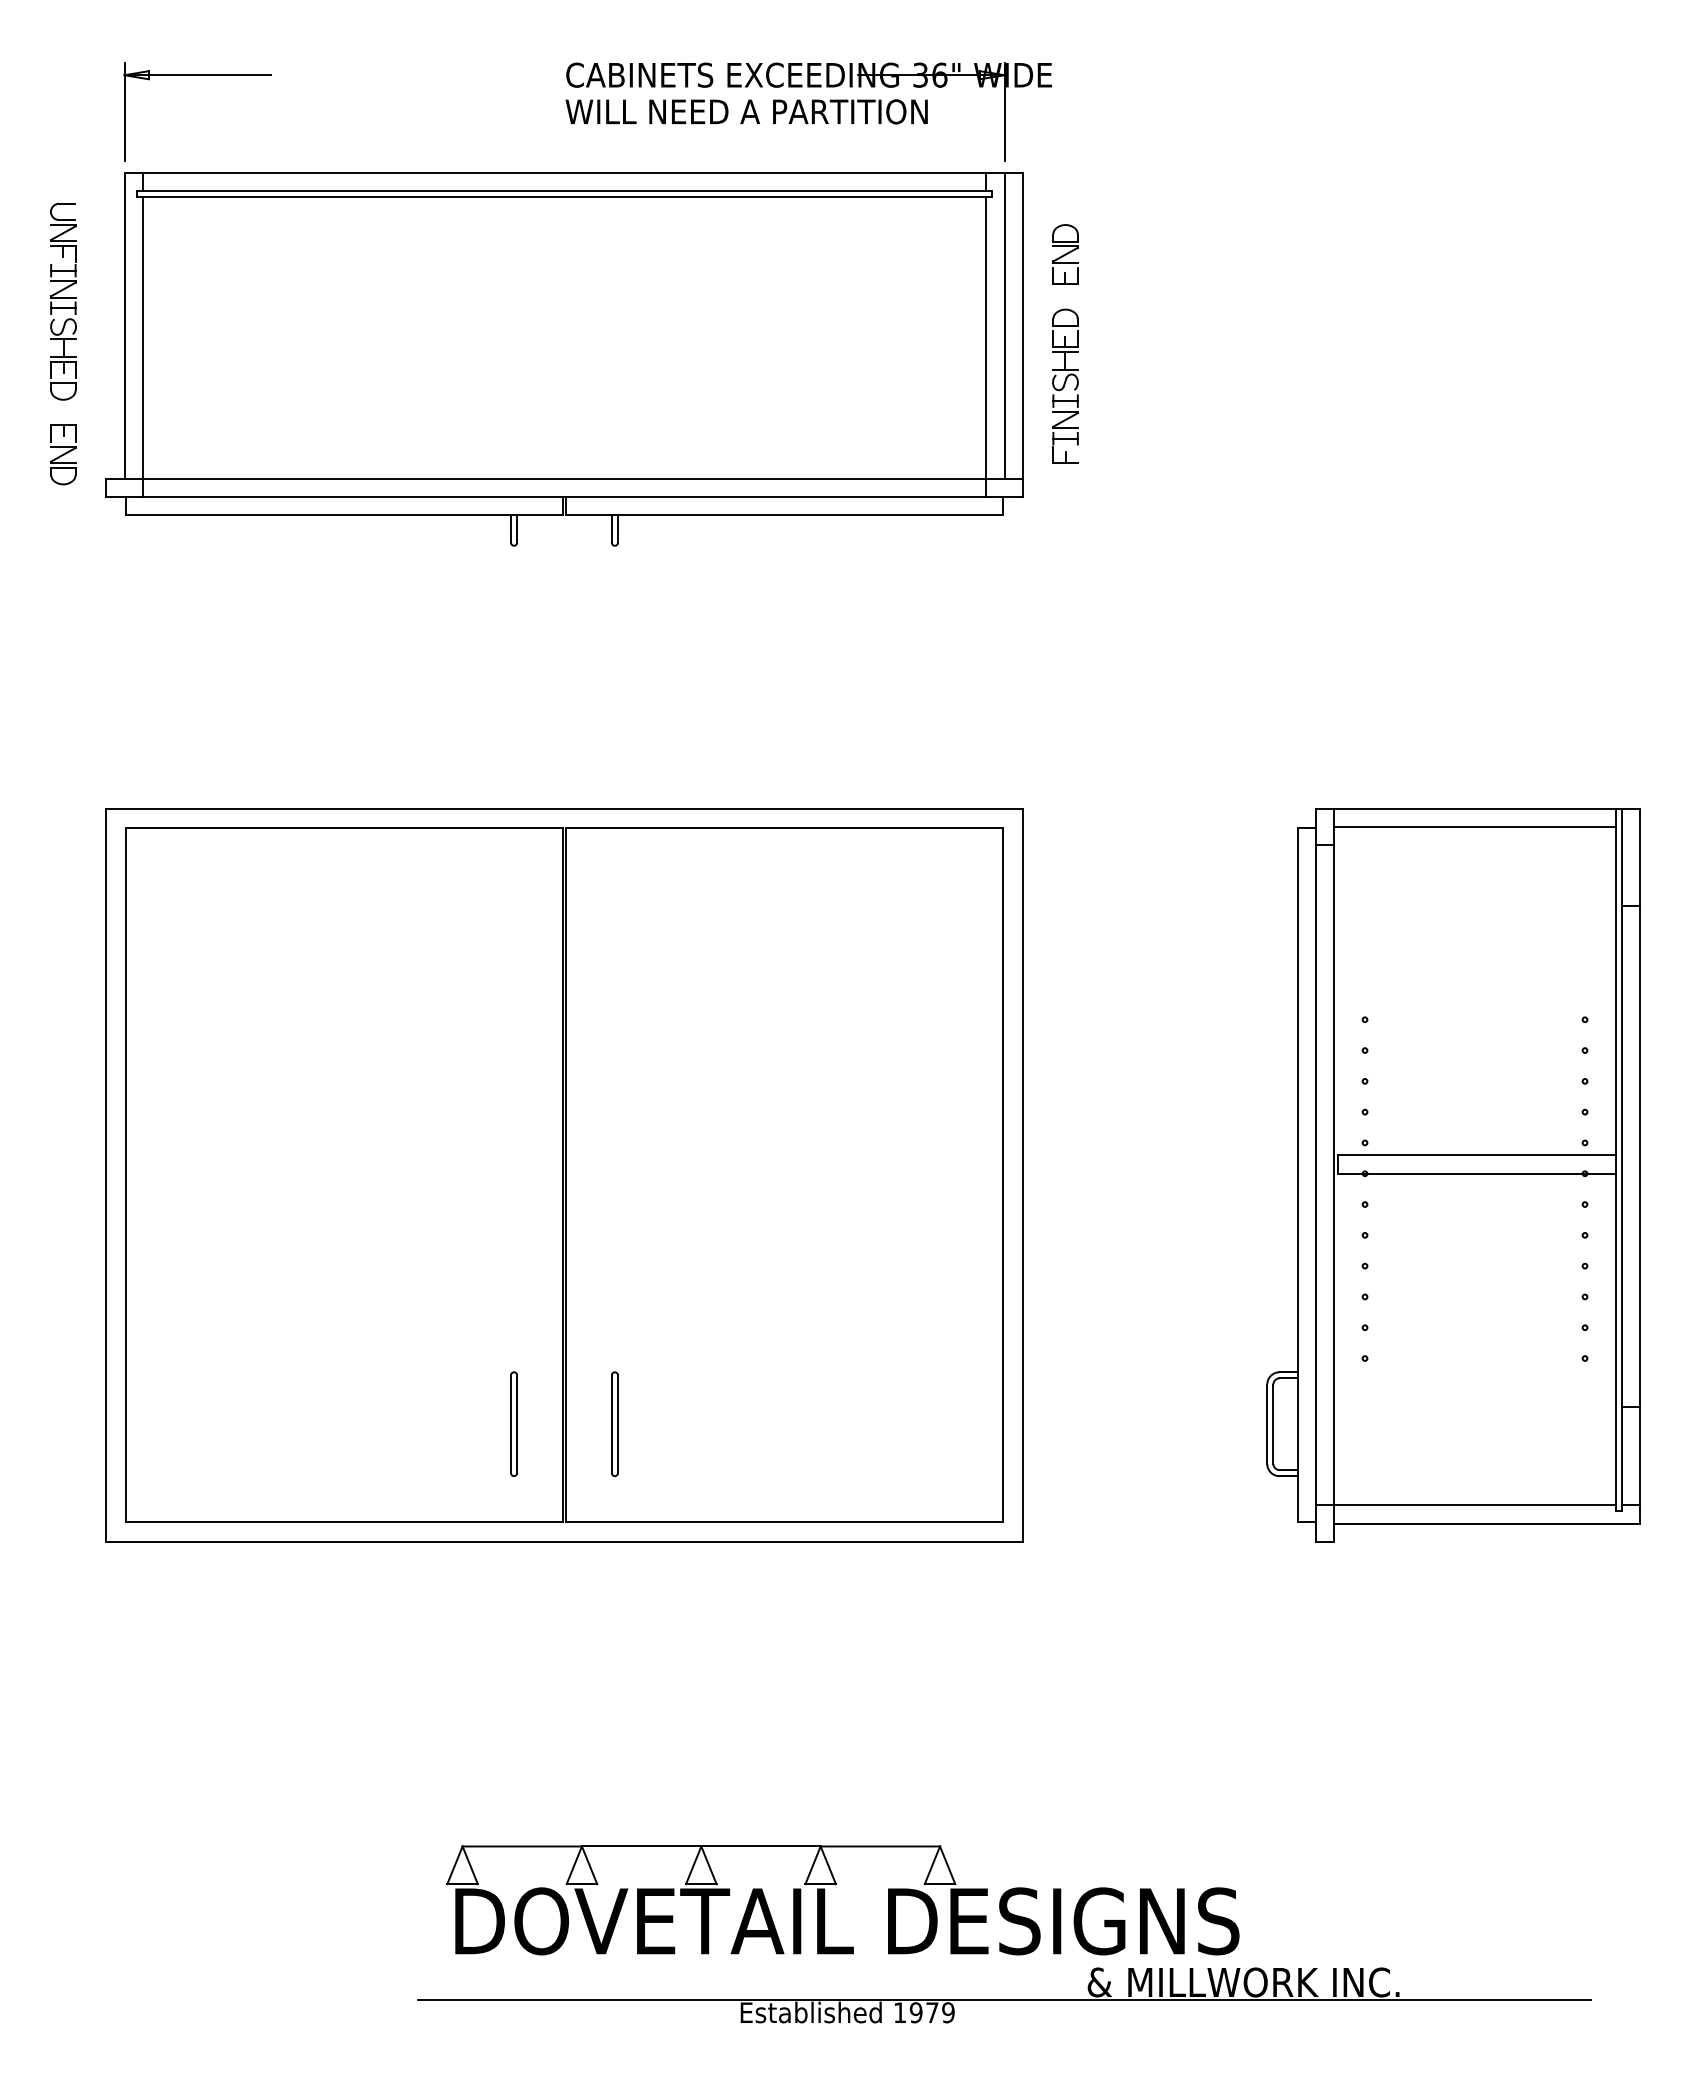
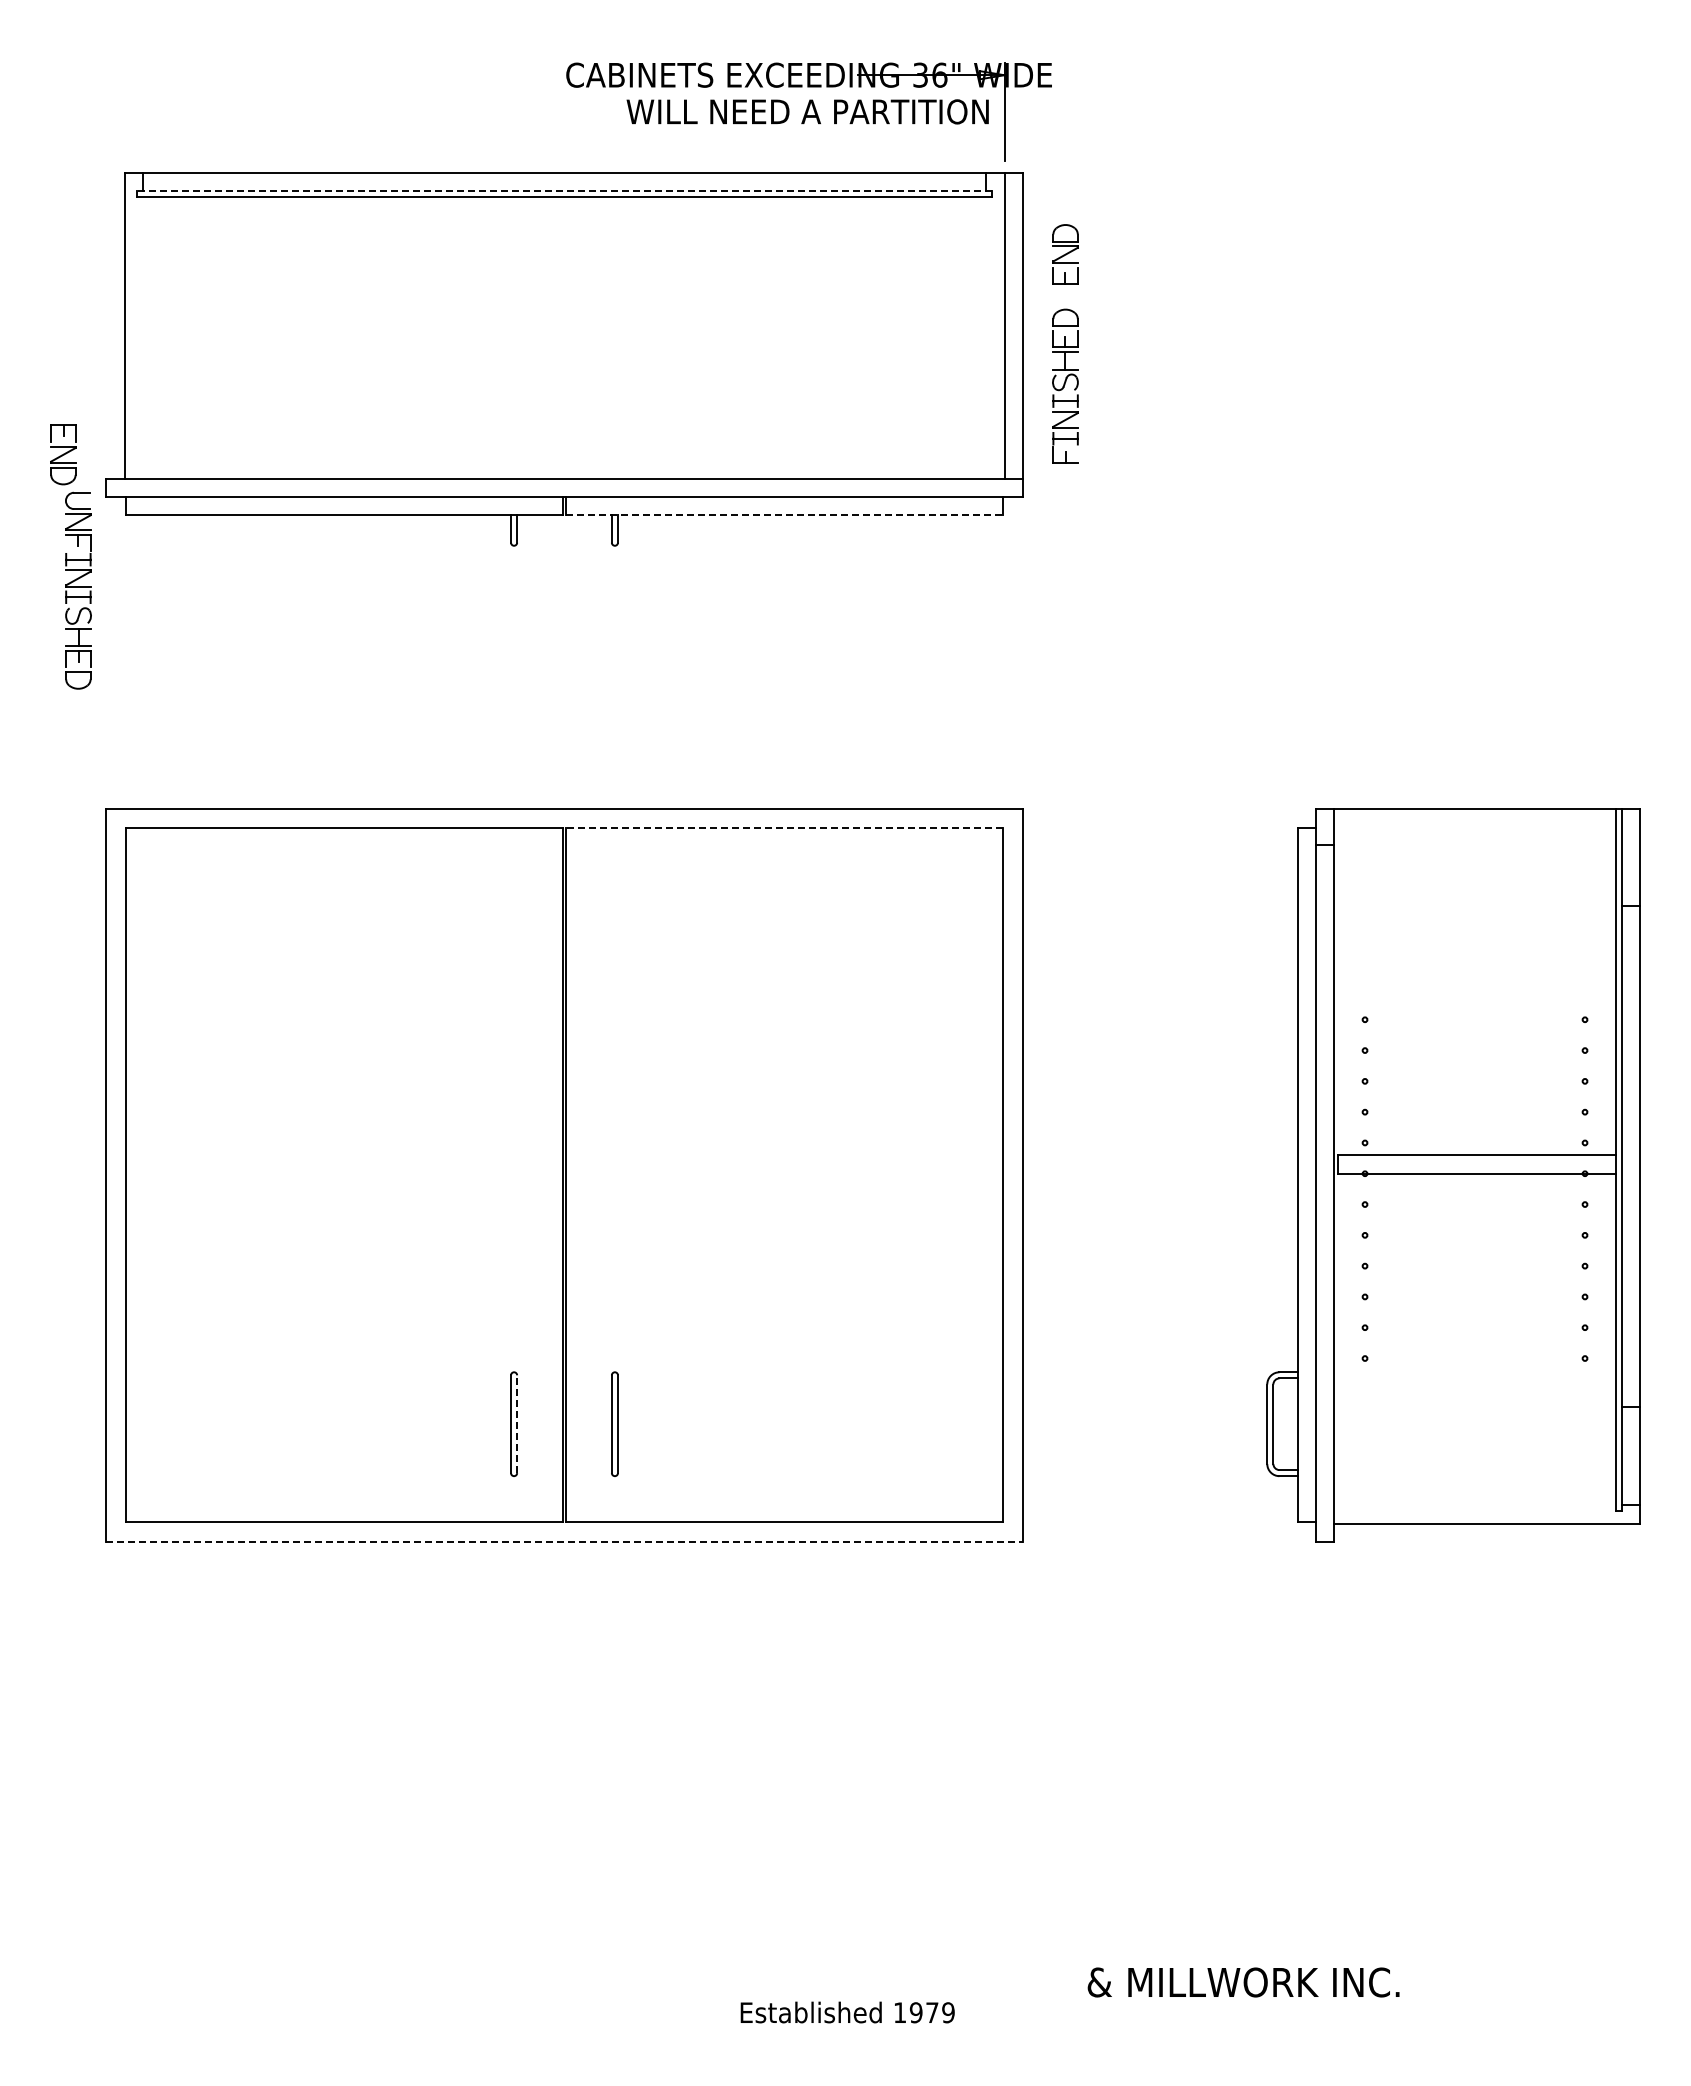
part at (197, 75): present -> none
text at (746, 111) position: (746, 111) -> (807, 111)
line at (564, 191): solid -> dashed
part at (63, 301) position: (63, 301) -> (78, 590)
line at (142, 346): present -> none
line at (986, 346): present -> none
line at (785, 515): solid -> dashed
line at (1474, 826): present -> none
line at (784, 828): solid -> dashed
line at (517, 1424): solid -> dashed
line at (1465, 1505): present -> none
line at (565, 1541): solid -> dashed
part at (835, 1885): present -> none
line at (1004, 1999): present -> none
